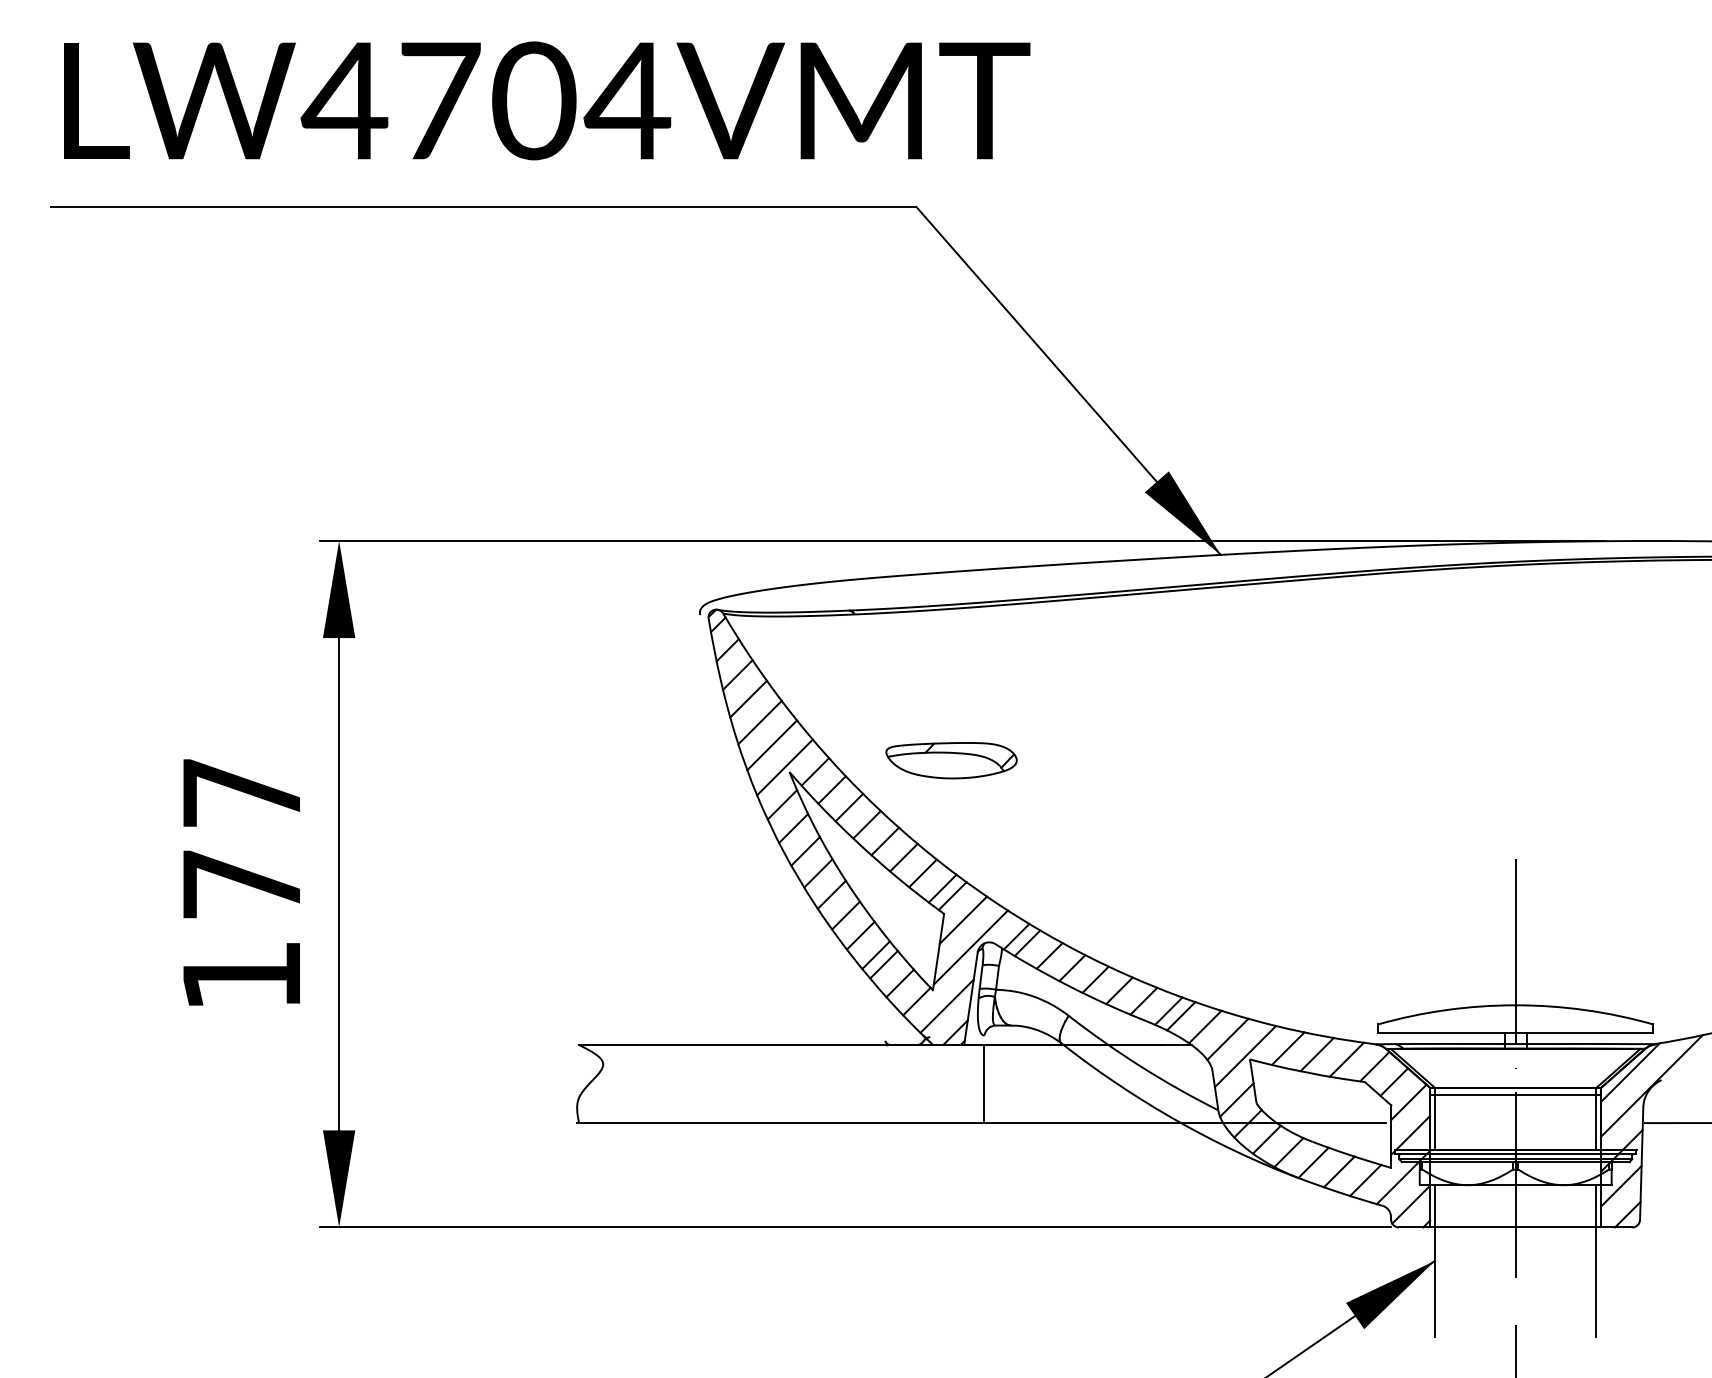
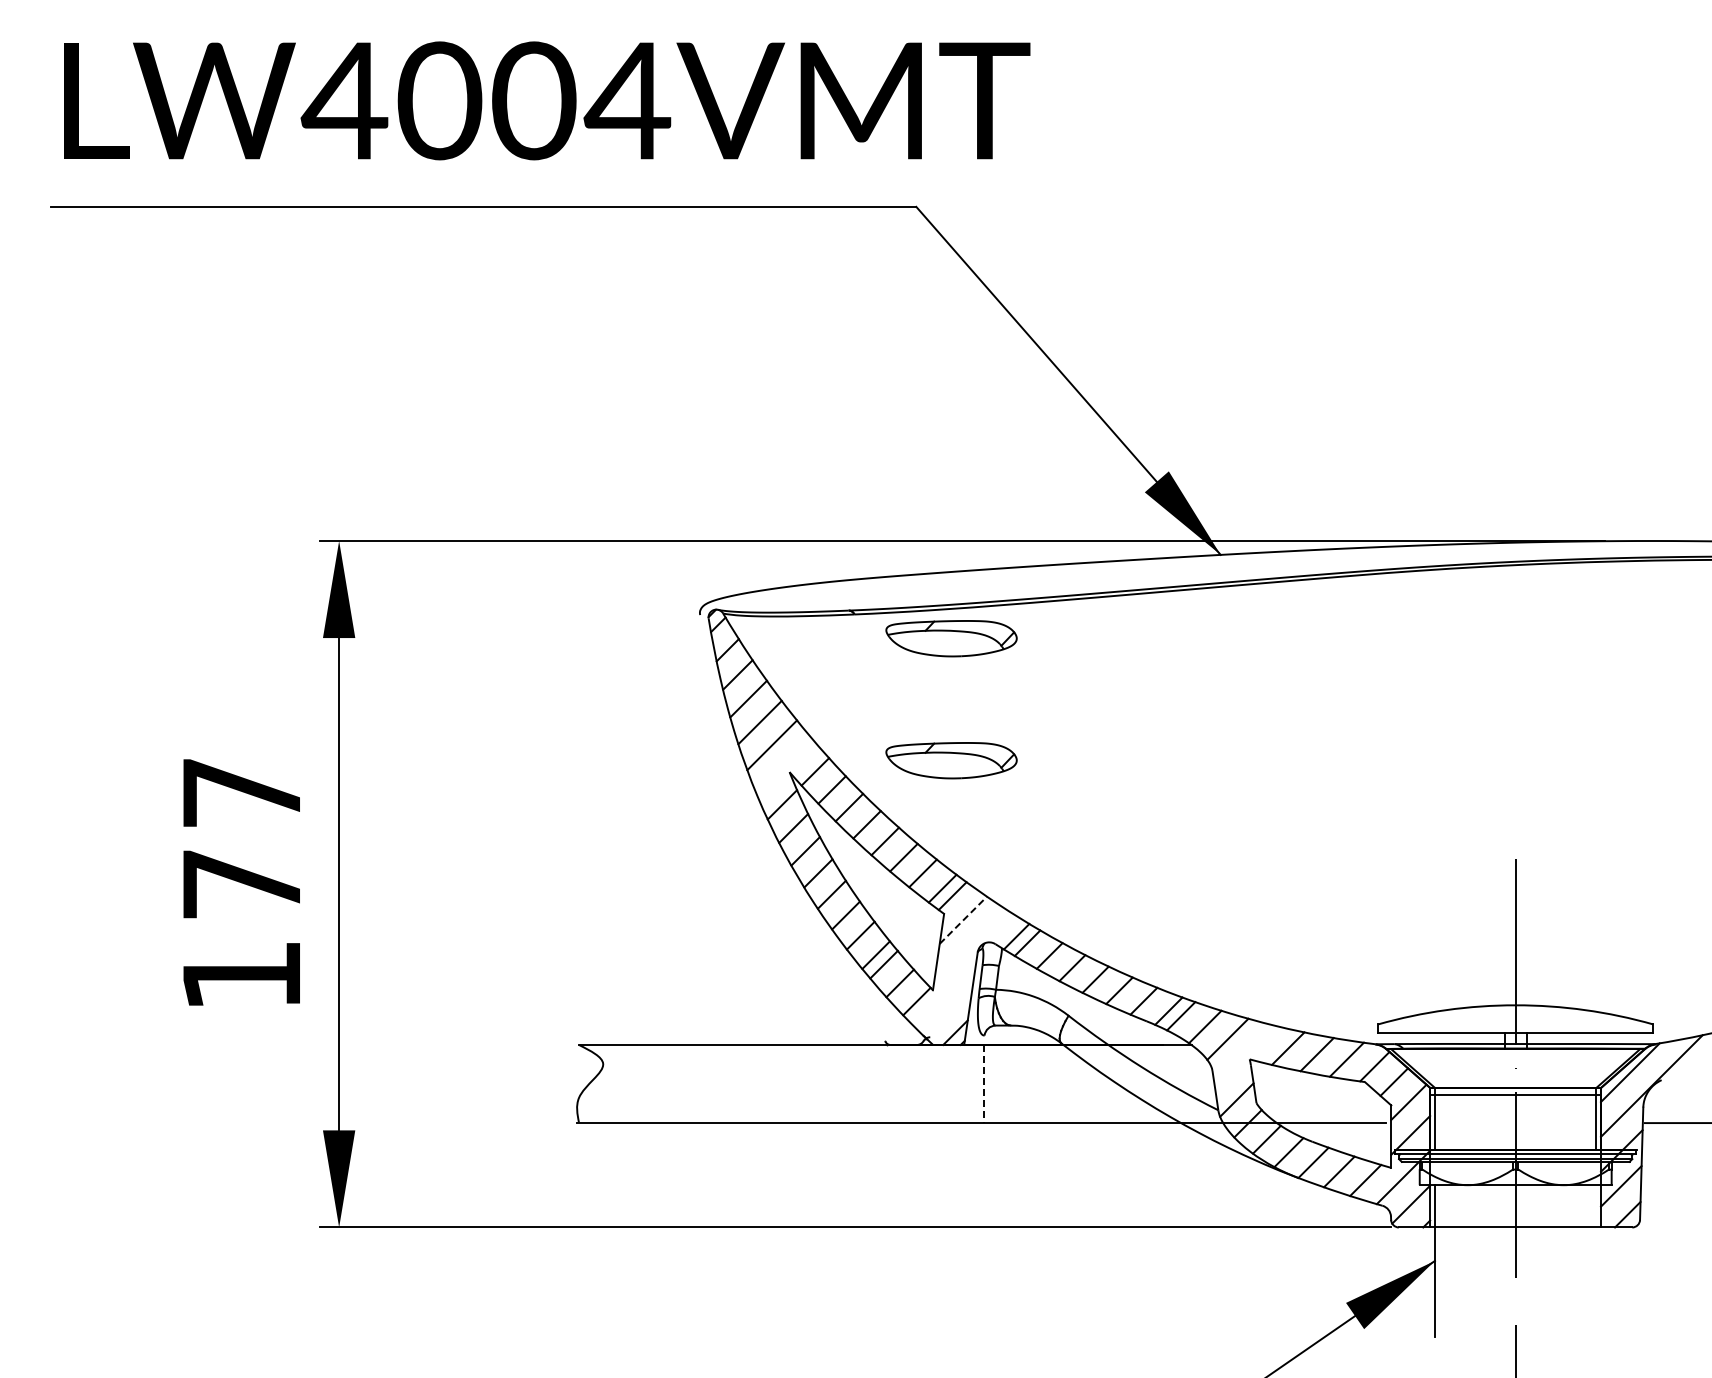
text at (439, 100): W4704VMT -> W4004VMT
part at (951, 638): none -> present
line at (784, 767): present -> none
line at (963, 919): solid -> dashed
line at (970, 947): present -> none
line at (946, 1005): present -> none
line at (1245, 1056): present -> none
line at (983, 1083): solid -> dashed
line at (1596, 1260): present -> none
